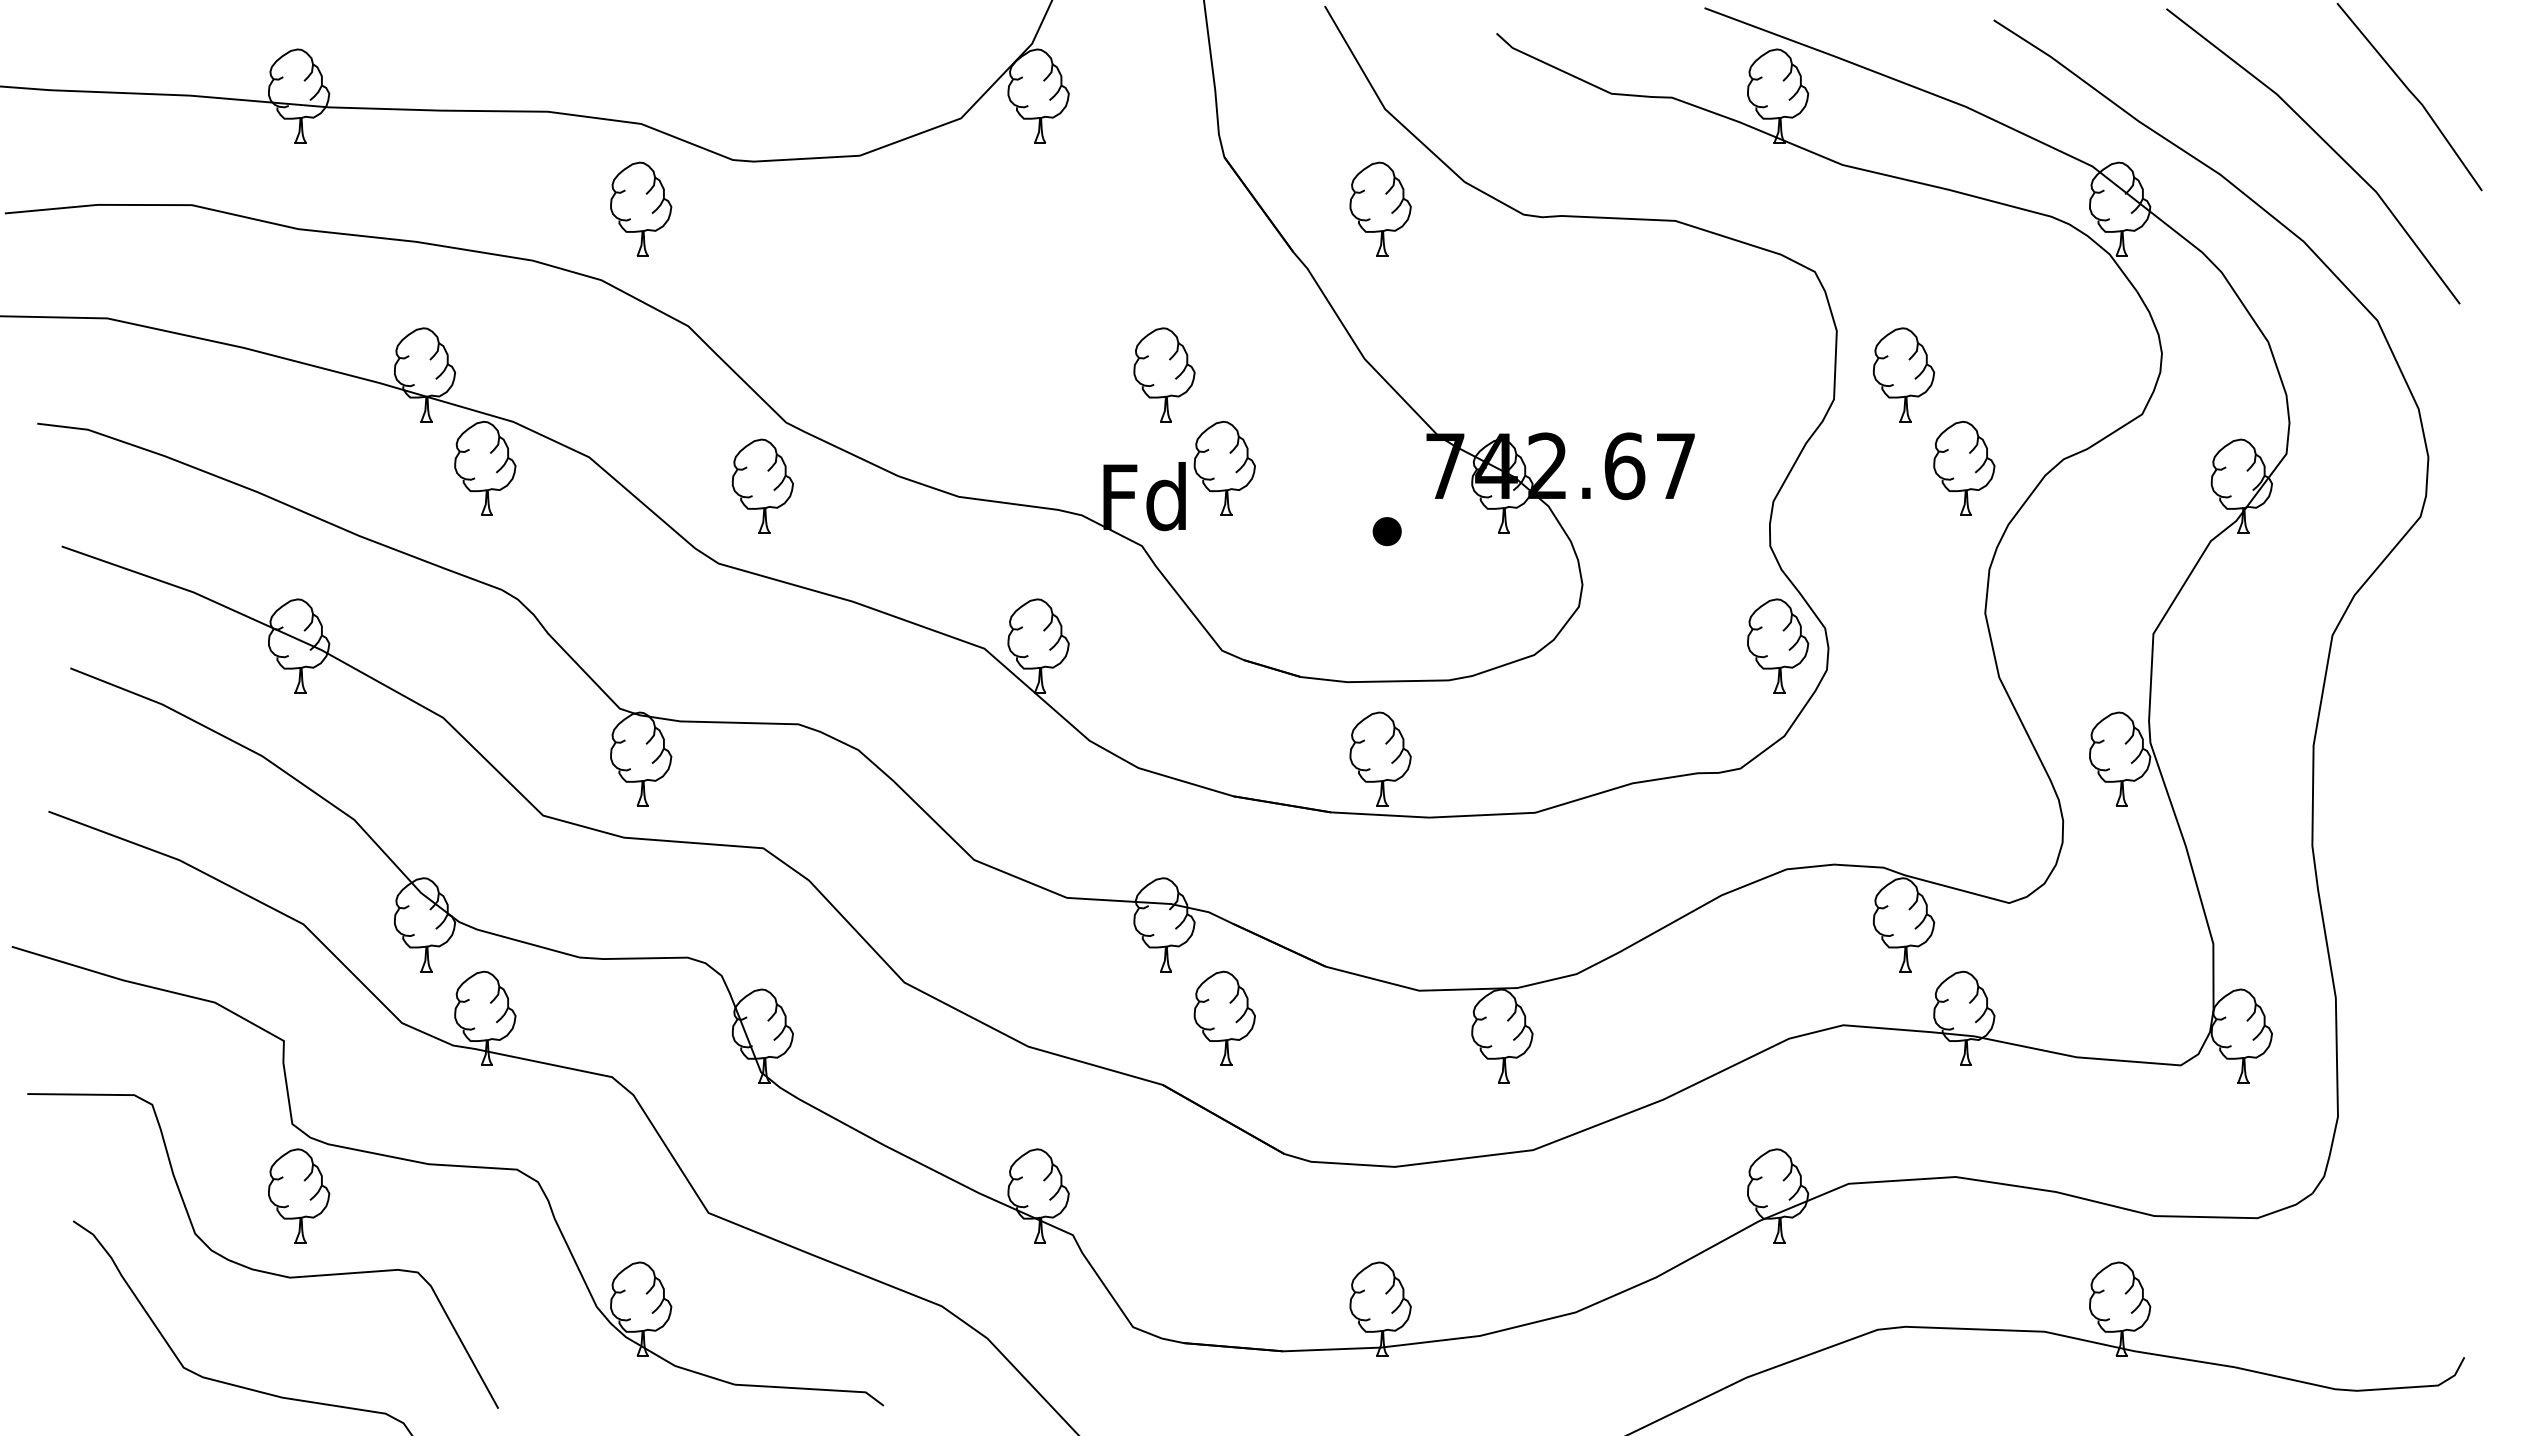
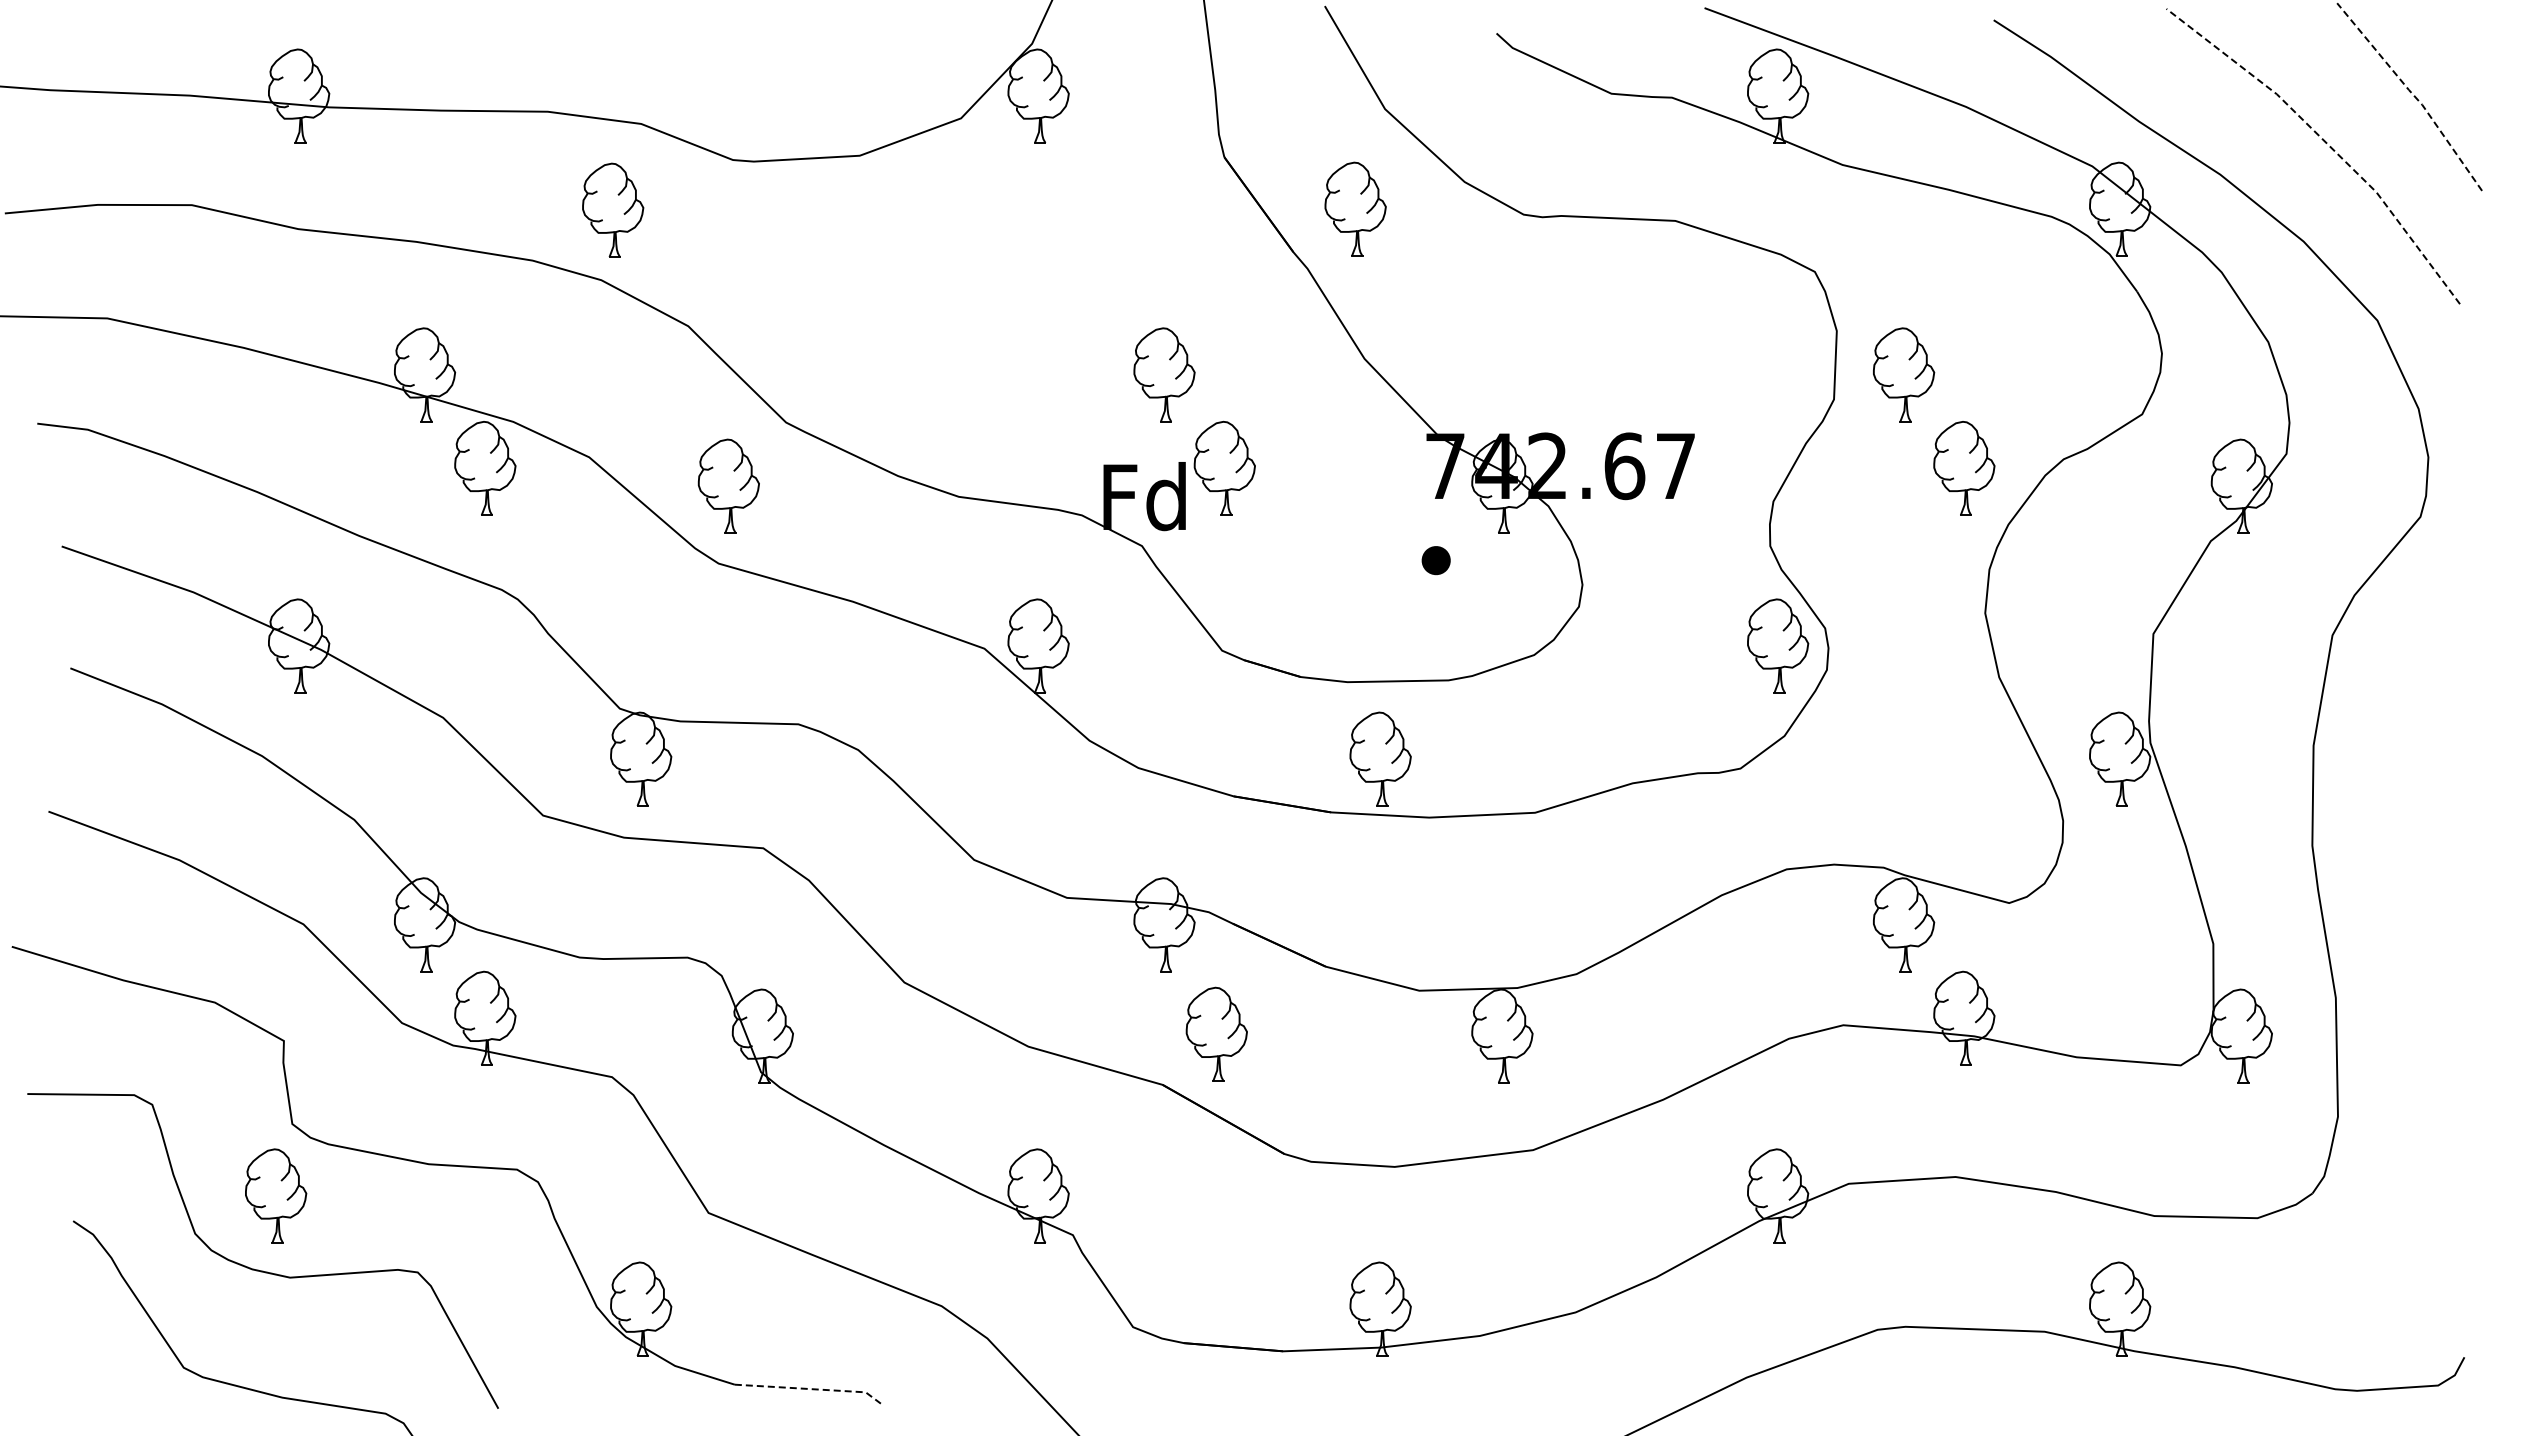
line at (2412, 94): solid -> dashed
line at (2326, 143): solid -> dashed
part at (641, 208) position: (641, 208) -> (613, 209)
part at (1380, 208) position: (1380, 208) -> (1355, 208)
part at (762, 485) position: (762, 485) -> (728, 485)
part at (1386, 531) position: (1386, 531) -> (1435, 560)
part at (1224, 1017) position: (1224, 1017) -> (1216, 1033)
part at (299, 1195) position: (299, 1195) -> (276, 1195)
line at (812, 1389): solid -> dashed
